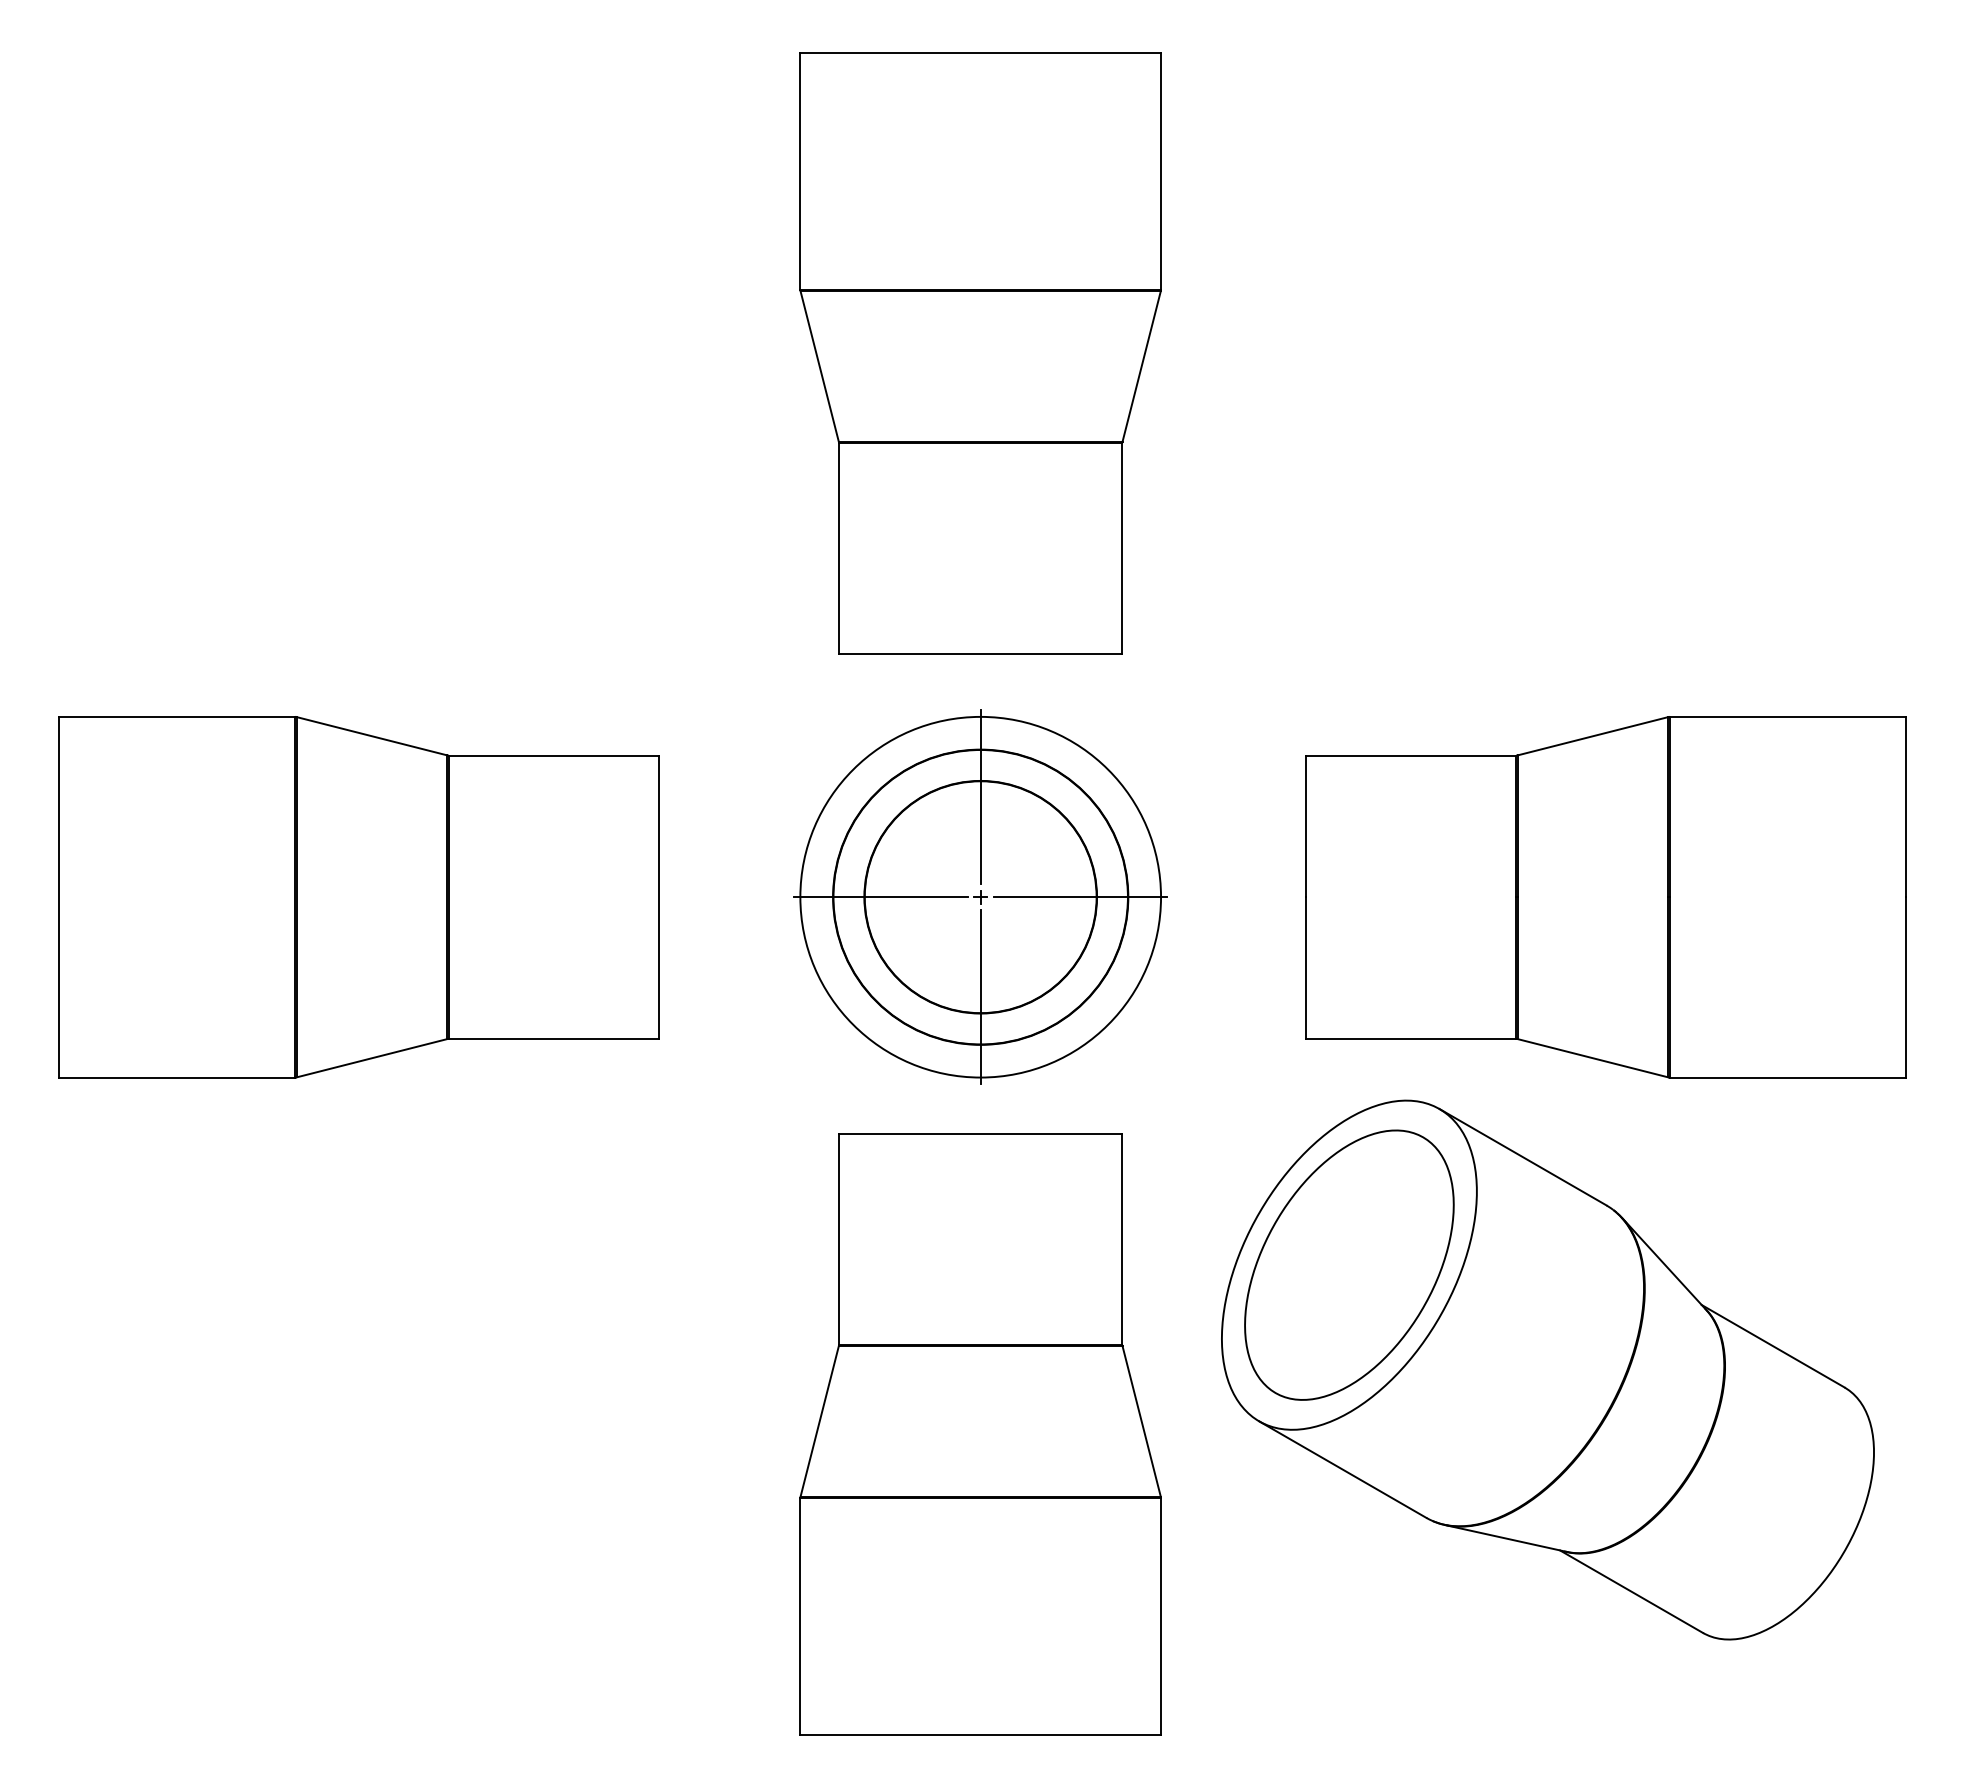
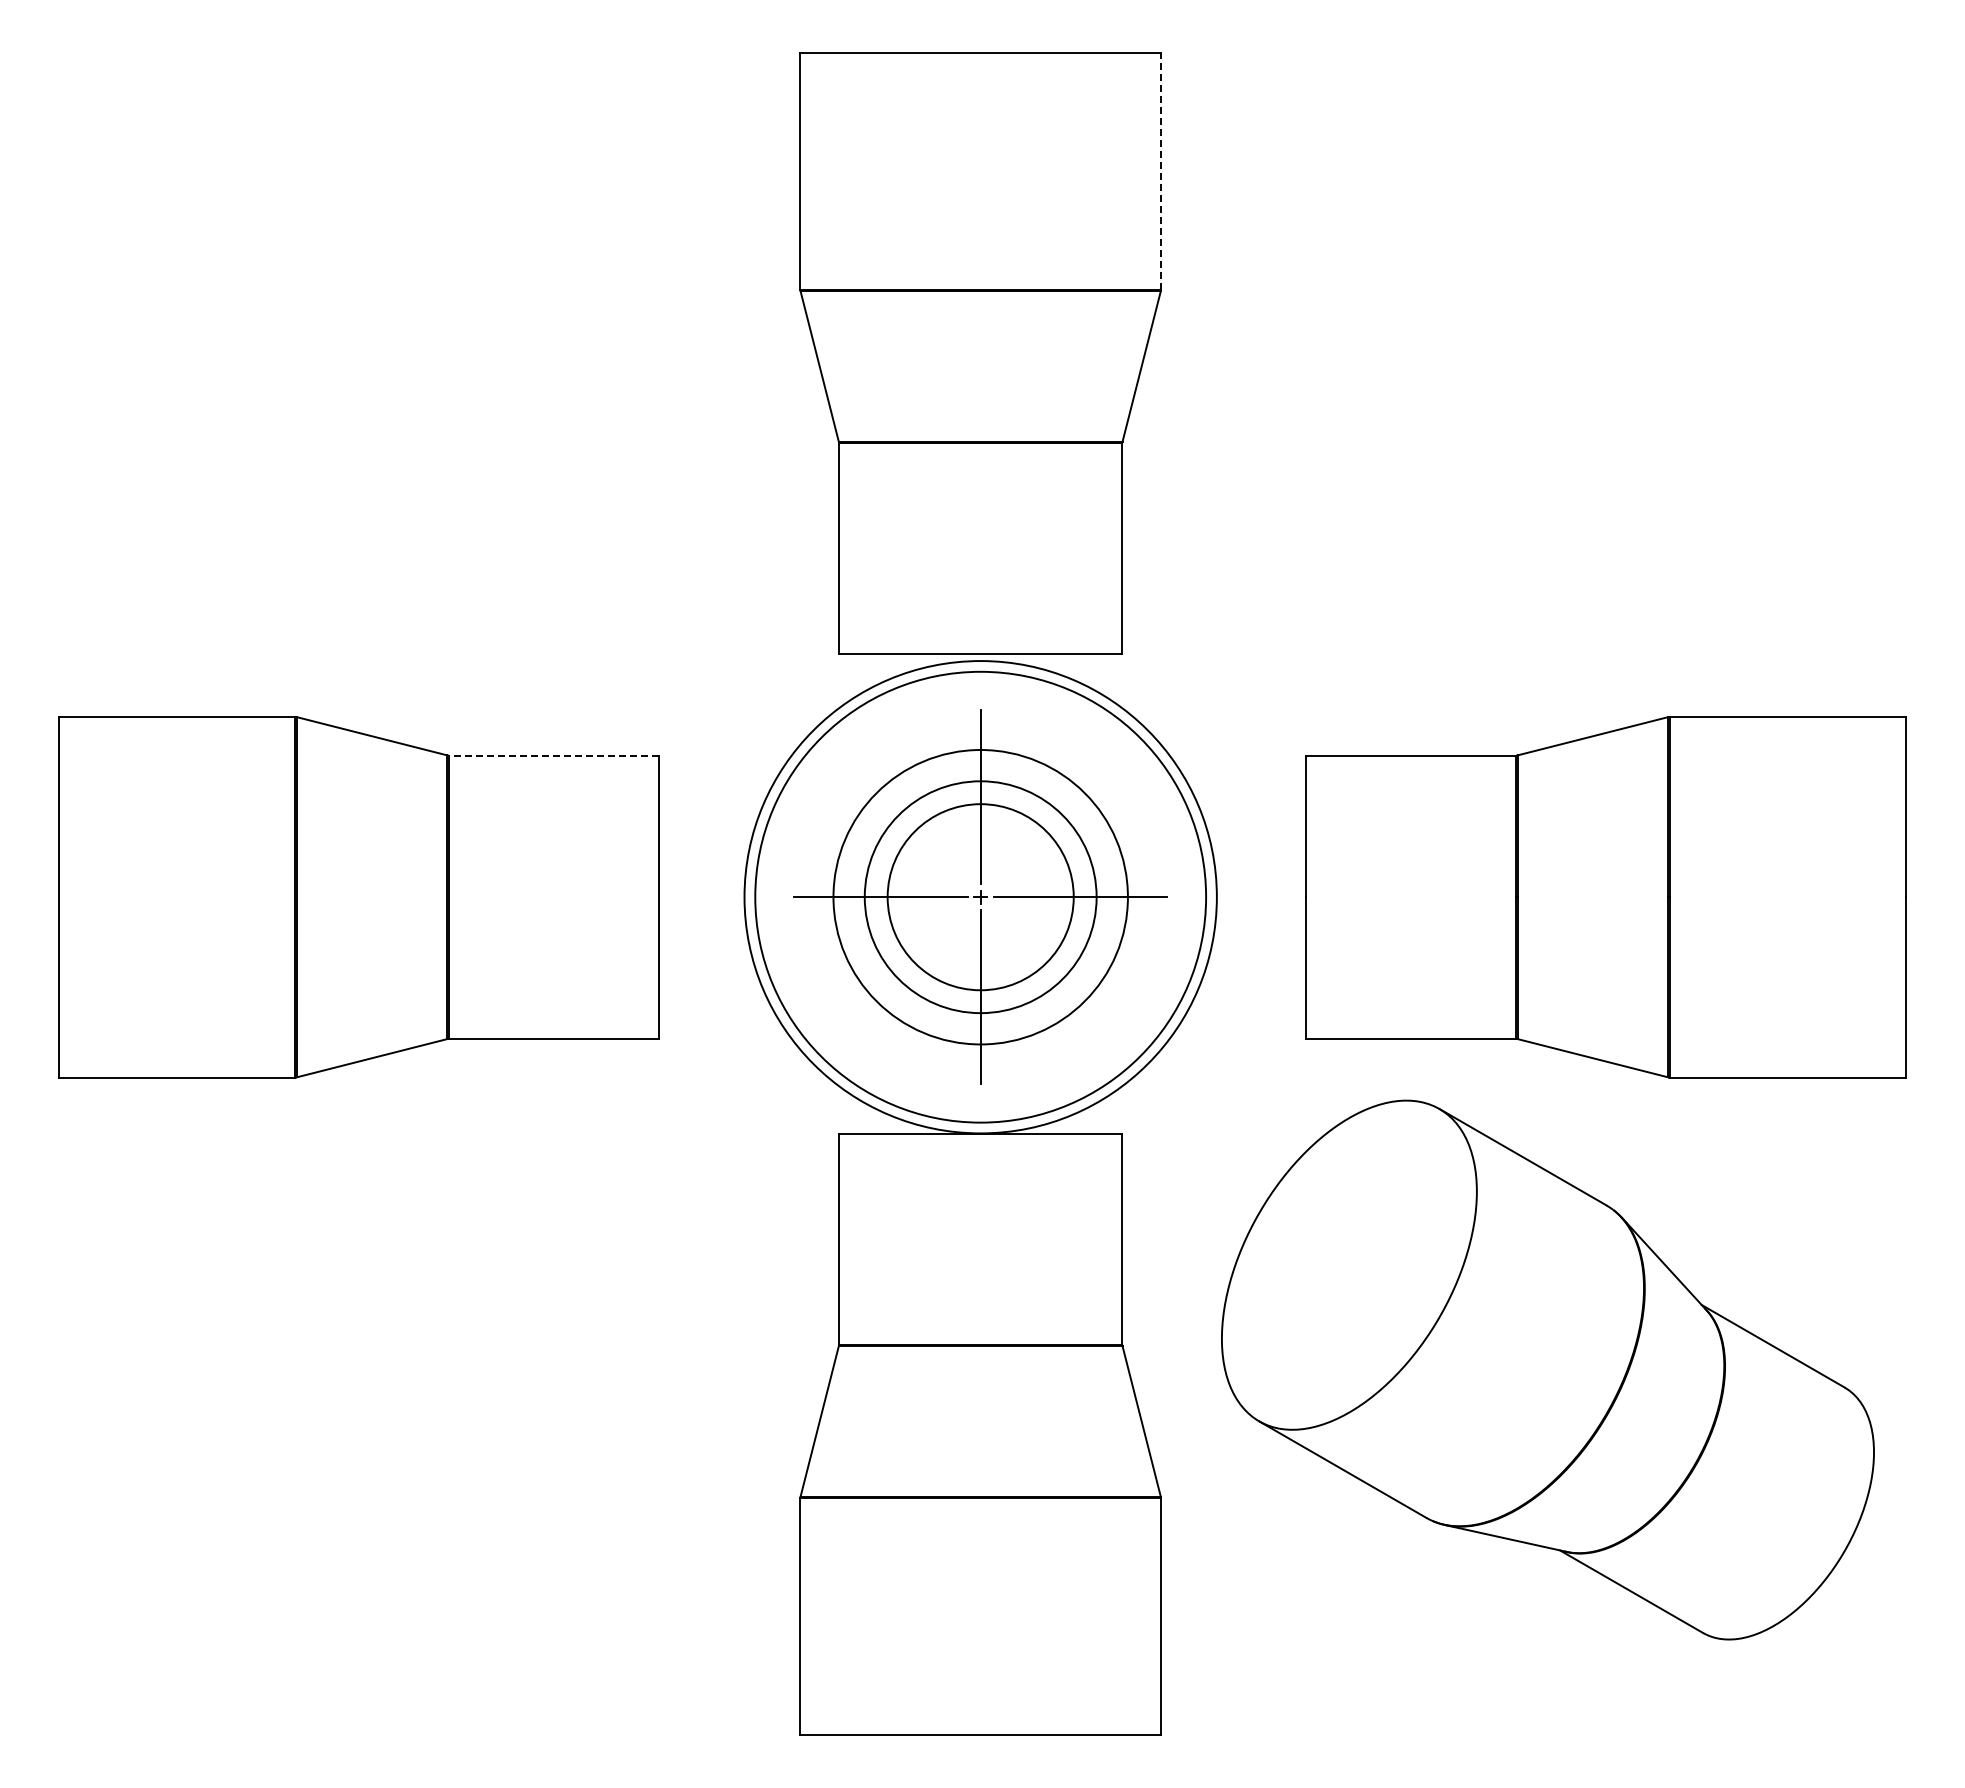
line at (1161, 171): solid -> dashed
line at (553, 755): solid -> dashed
circle at (980, 896) diameter: 233 px -> 186 px
circle at (980, 896) diameter: 295 px -> 472 px
circle at (980, 896) diameter: 361 px -> 451 px
part at (1349, 1264): present -> none
